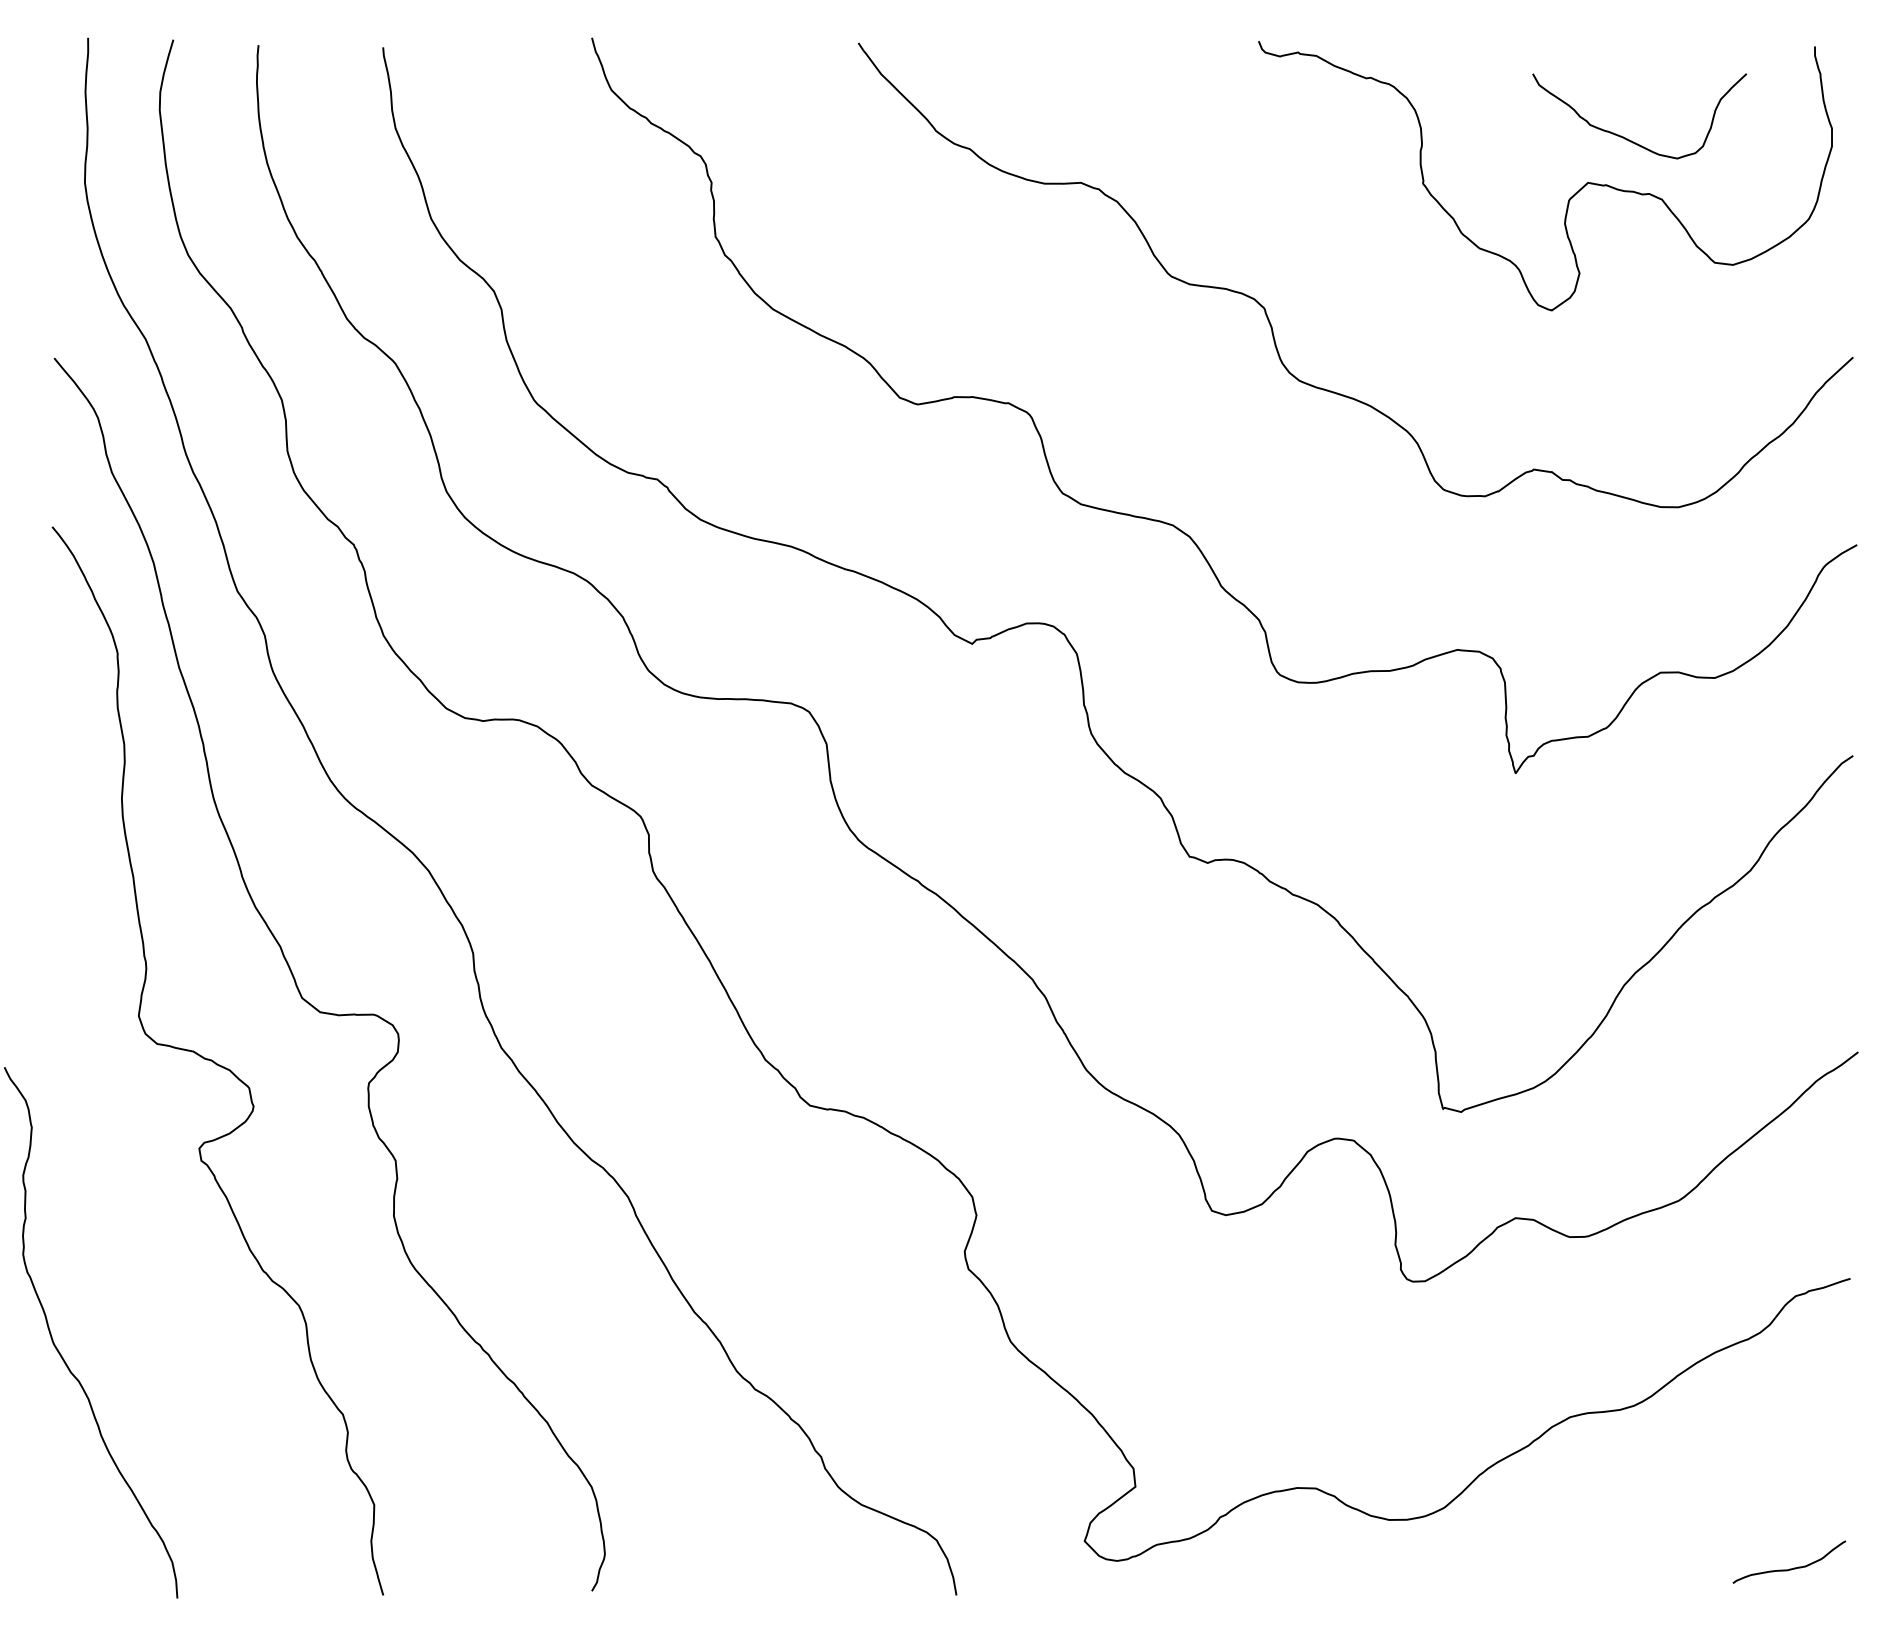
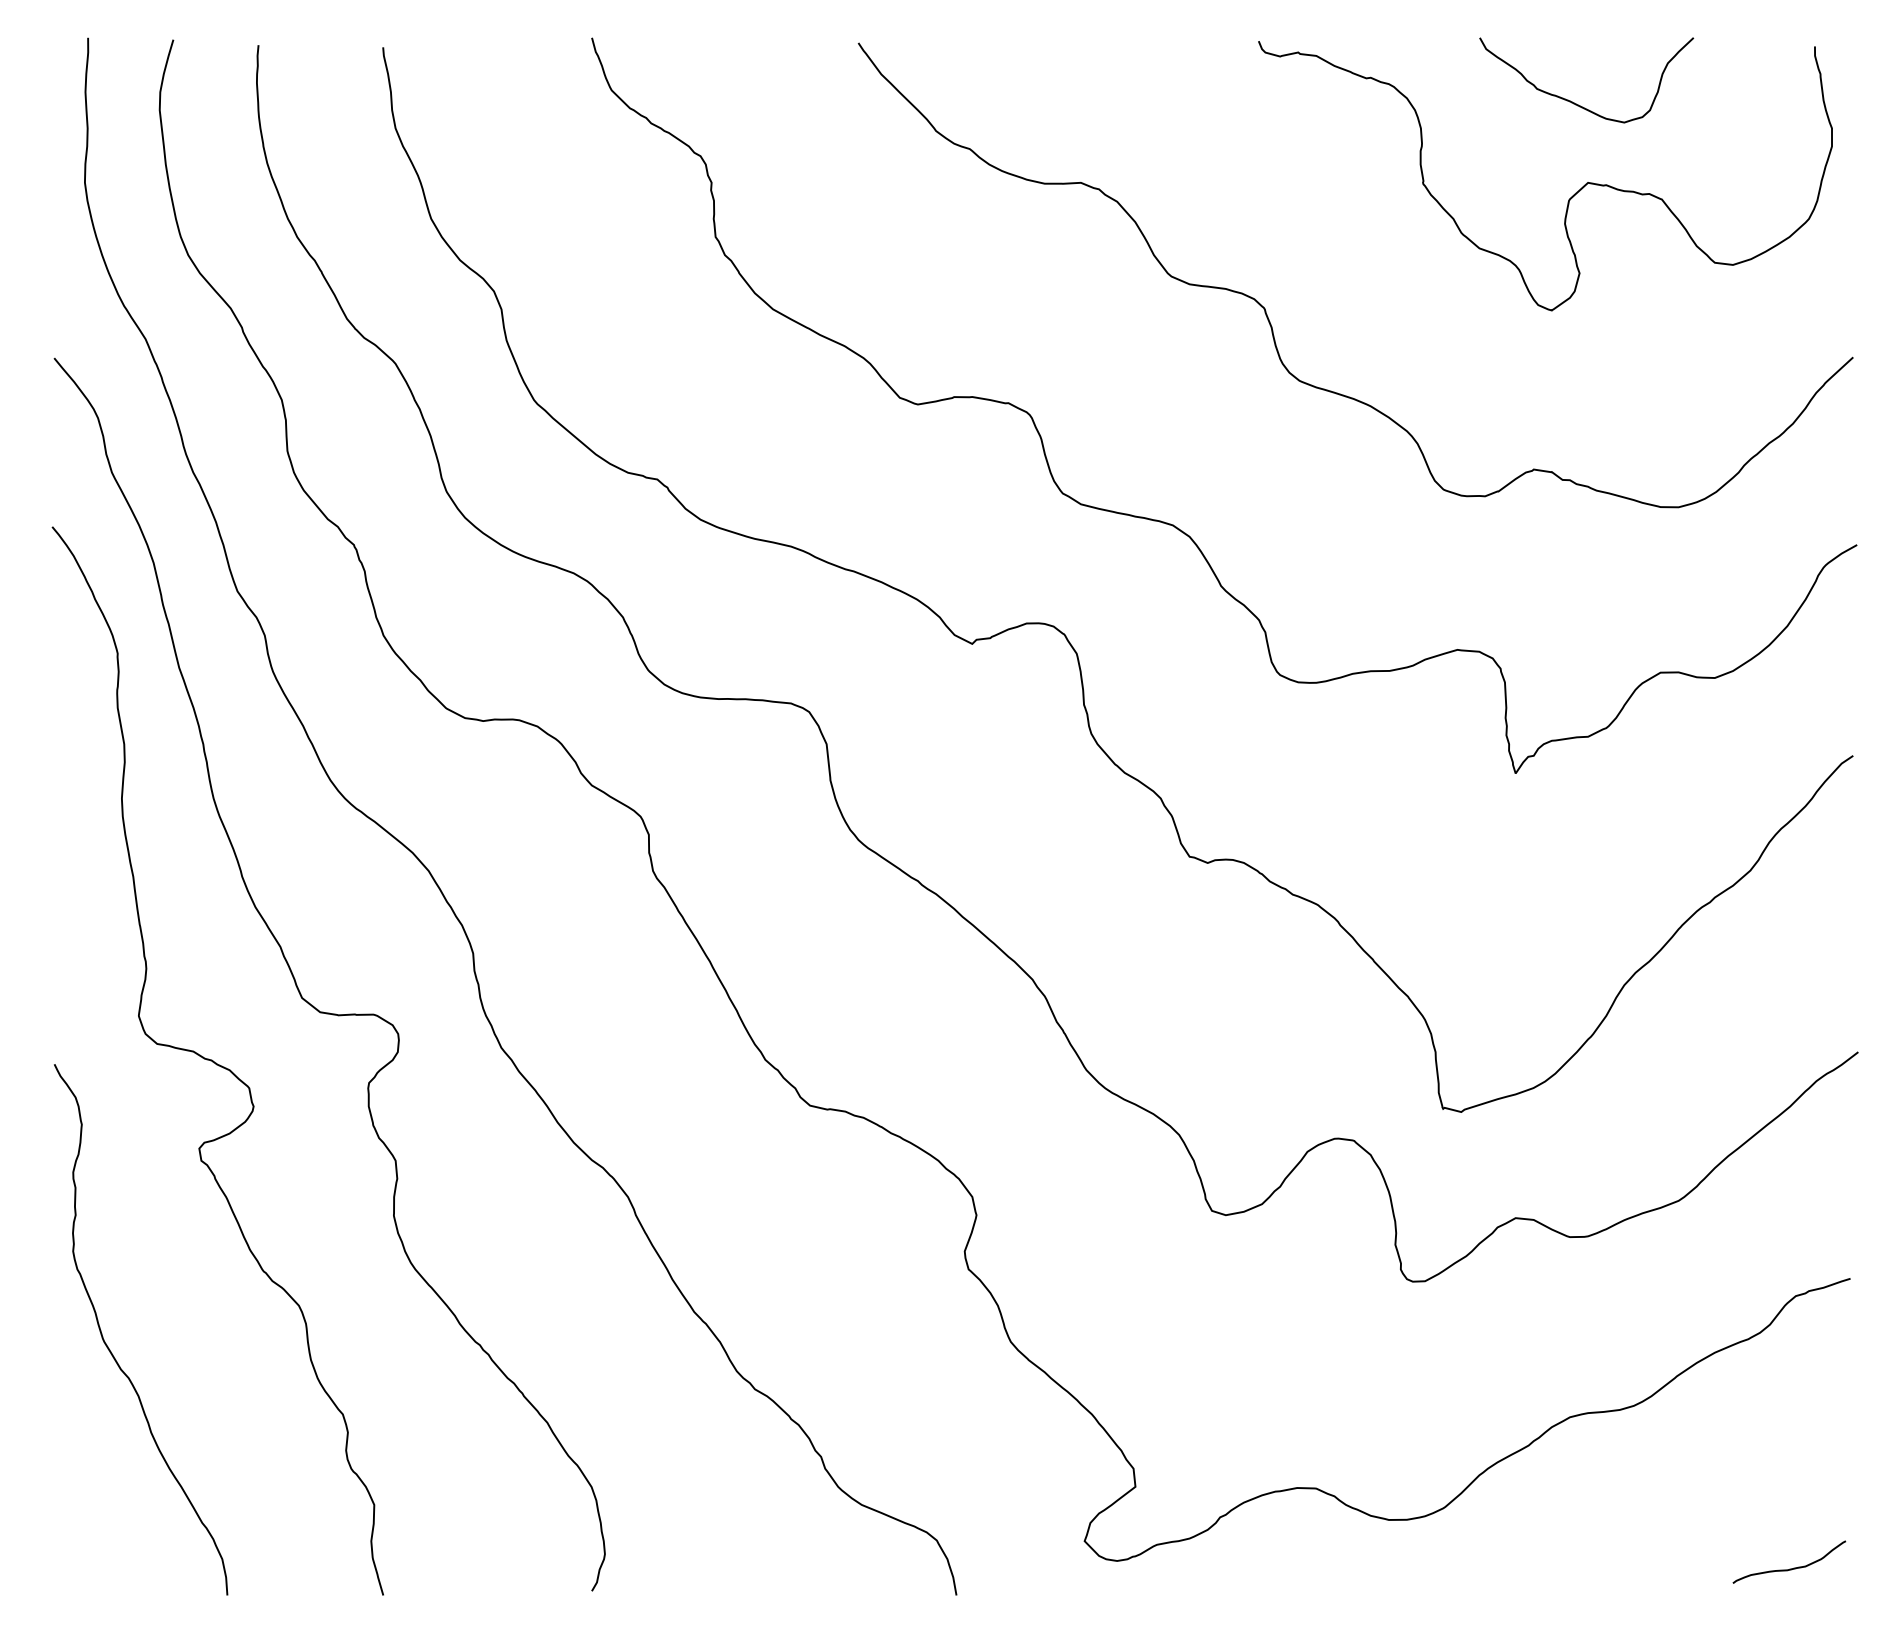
curve at (1627, 138) position: (1627, 138) -> (1574, 102)
curve at (60, 1352) position: (60, 1352) -> (110, 1349)
